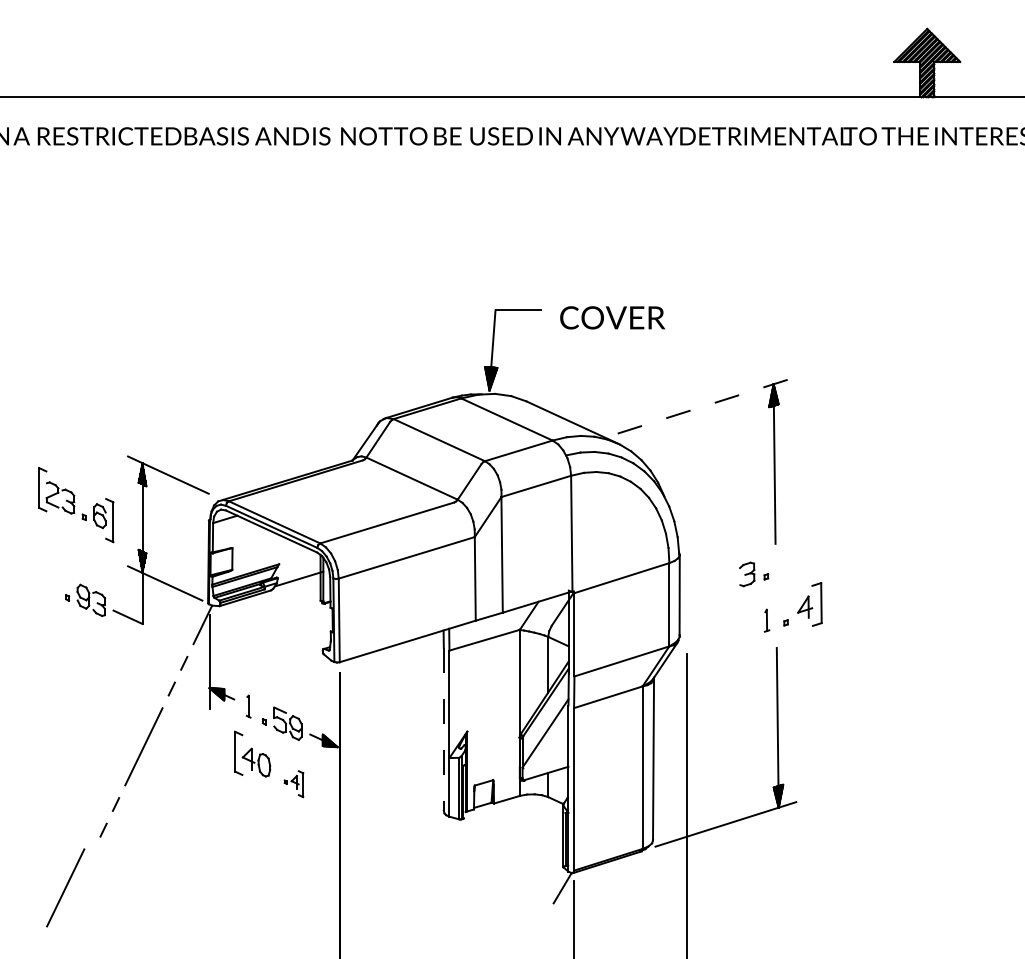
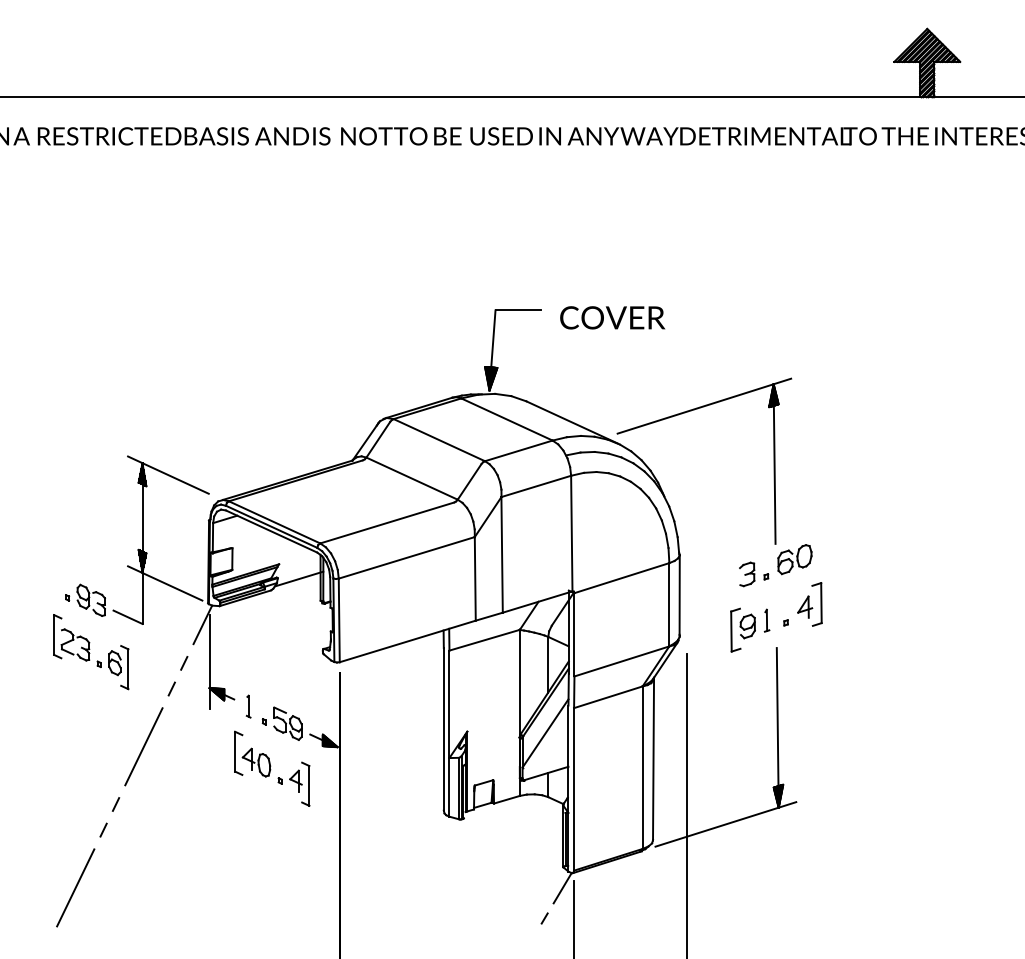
line at (704, 406): dashed -> solid
part at (76, 505) position: (76, 505) -> (91, 652)
part at (794, 559): none -> present
part at (742, 629): none -> present
line at (443, 729): dashed -> solid
part at (293, 784) size: 22x29 px -> 34x46 px
line at (65, 887) position: (65, 887) -> (75, 887)
line at (544, 918): none -> present
